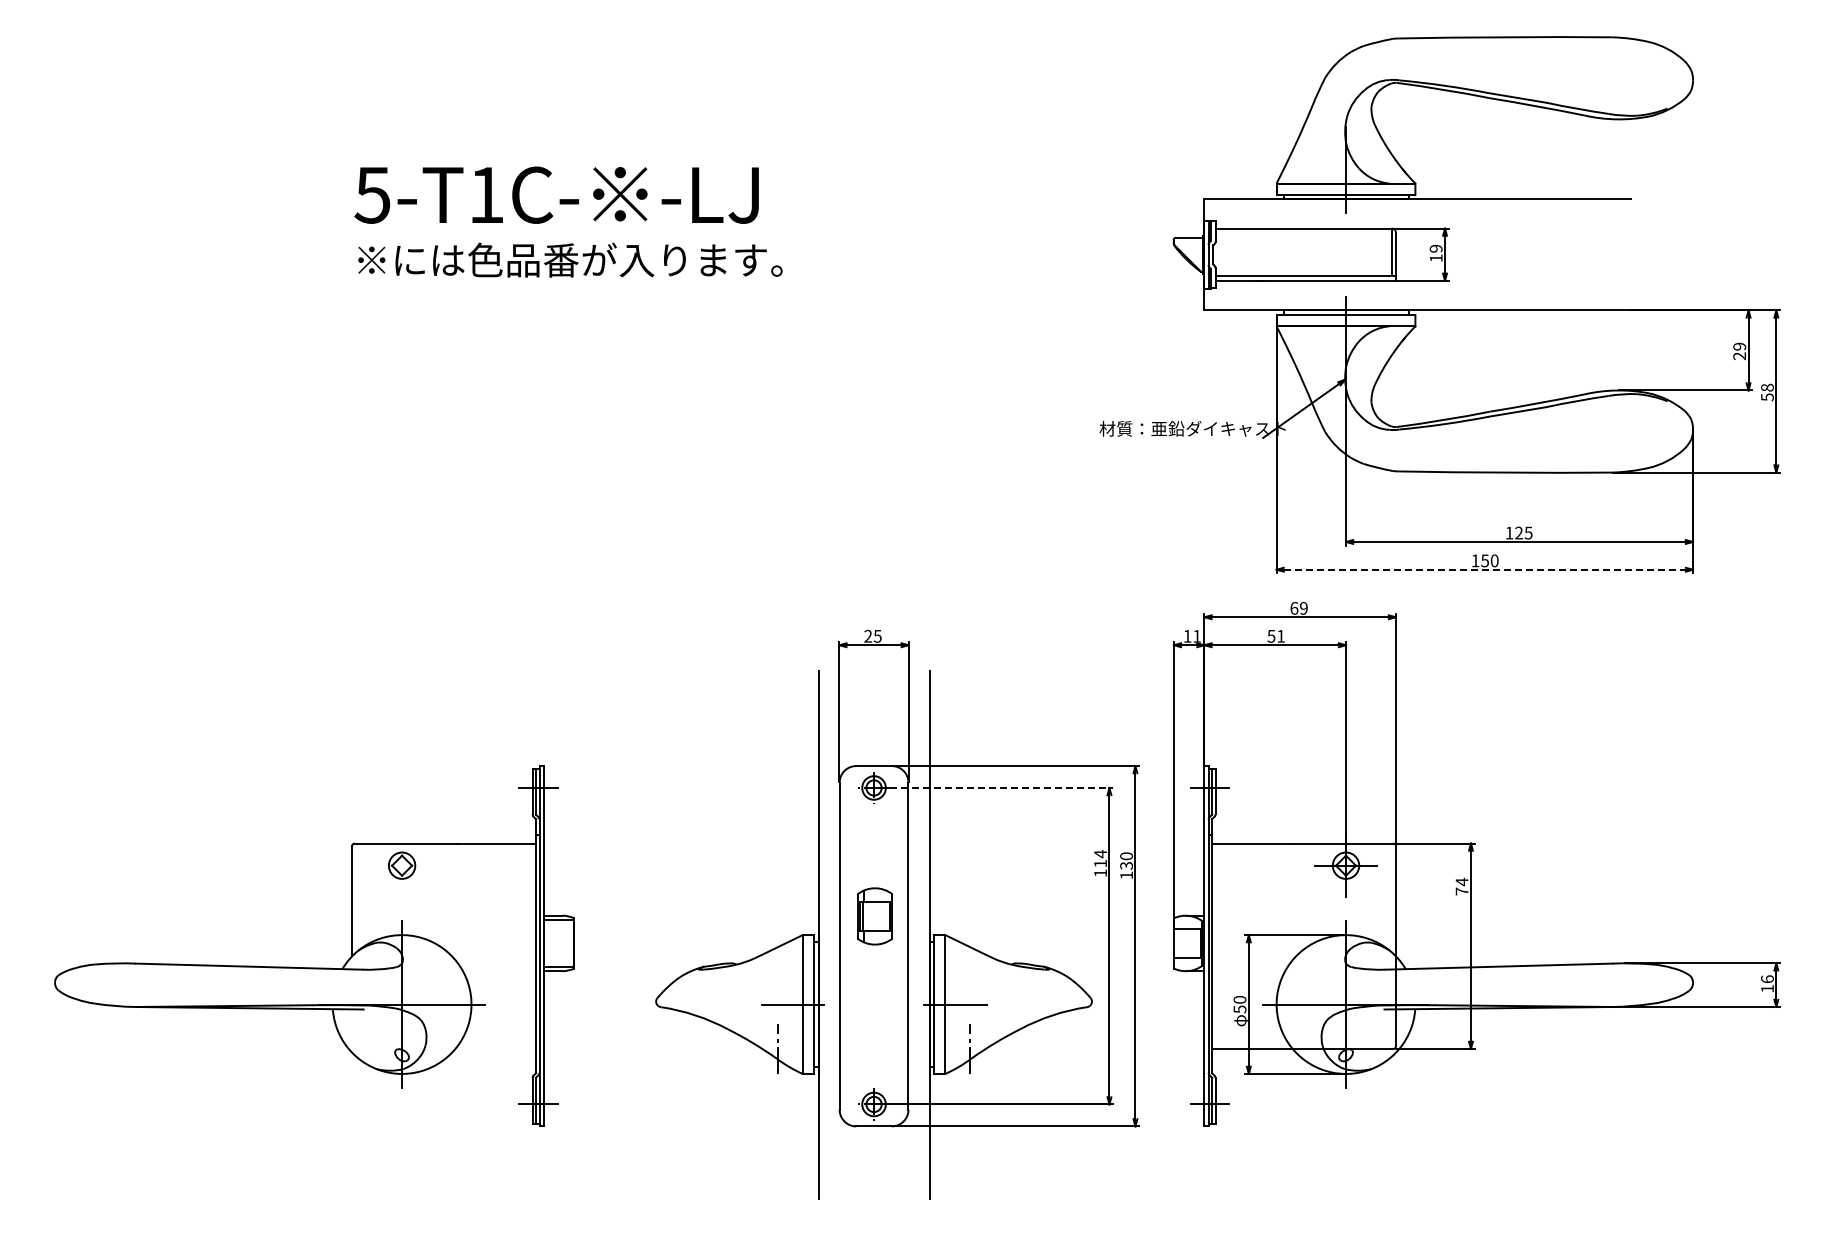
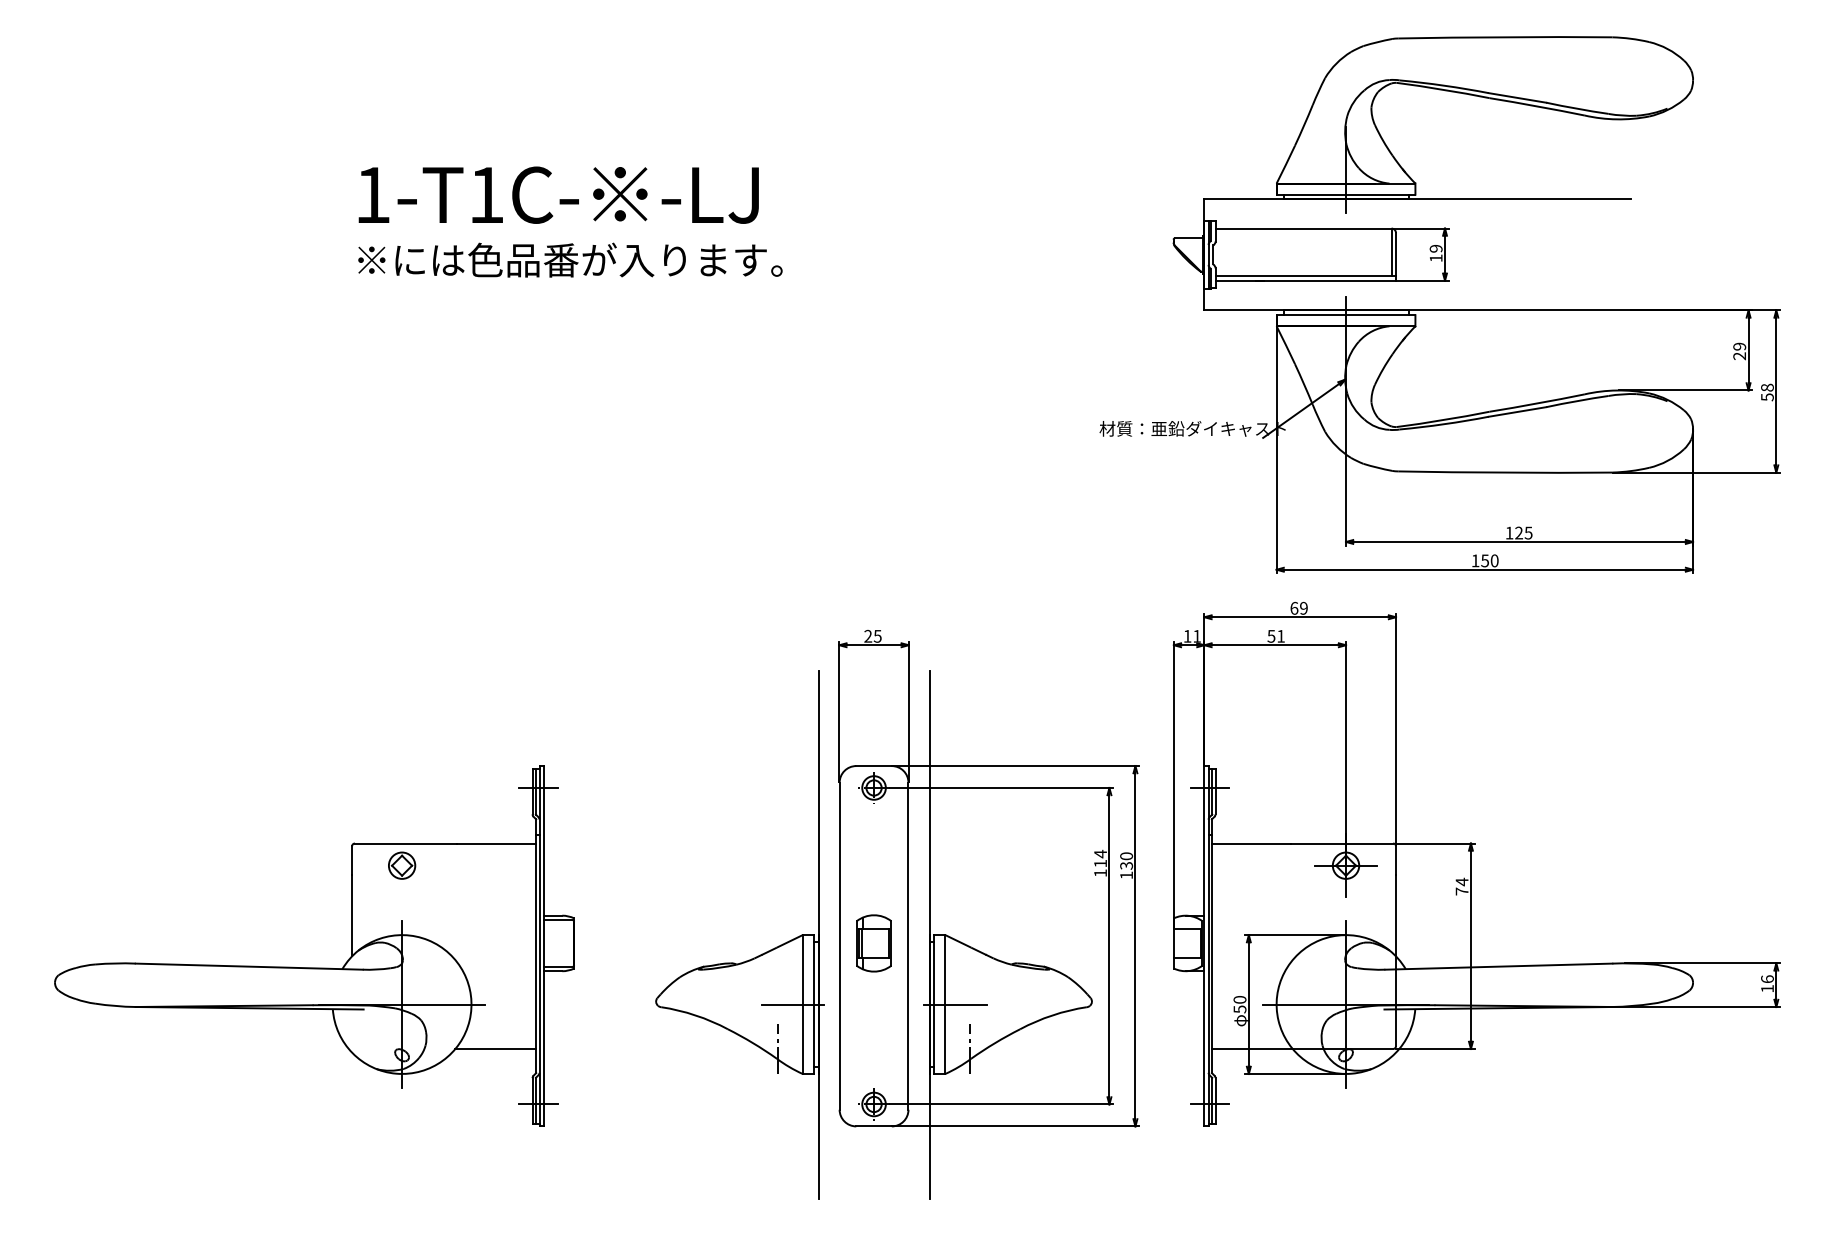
text at (372, 195): 5-T1C- -> 1-T1C-
line at (1484, 569): dashed -> solid
line at (1002, 787): dashed -> solid
part at (874, 916) position: (874, 916) -> (873, 943)
line at (495, 1048): none -> present
